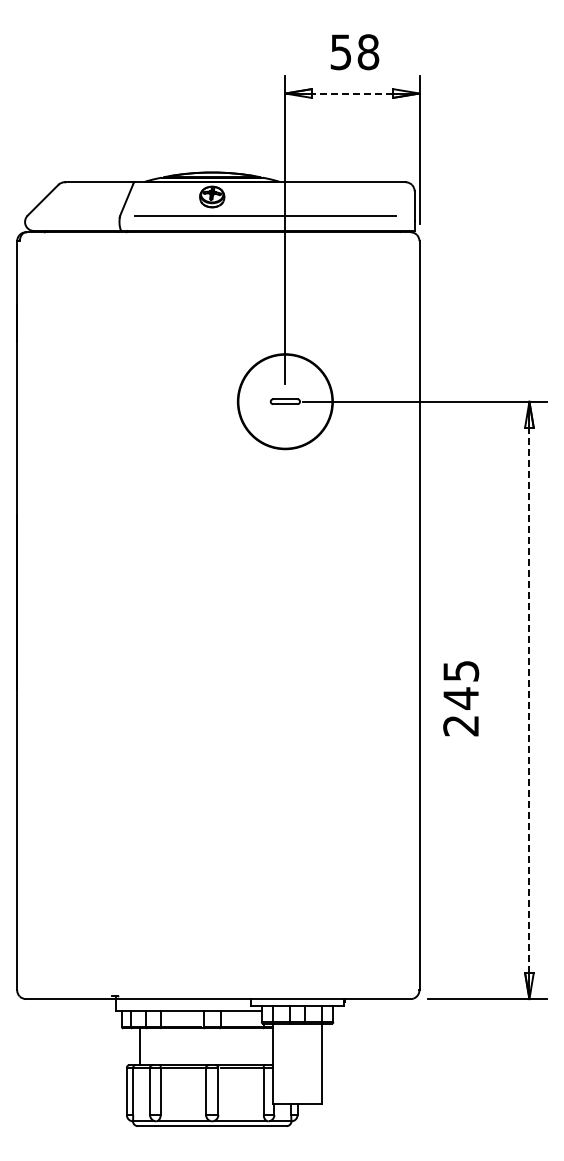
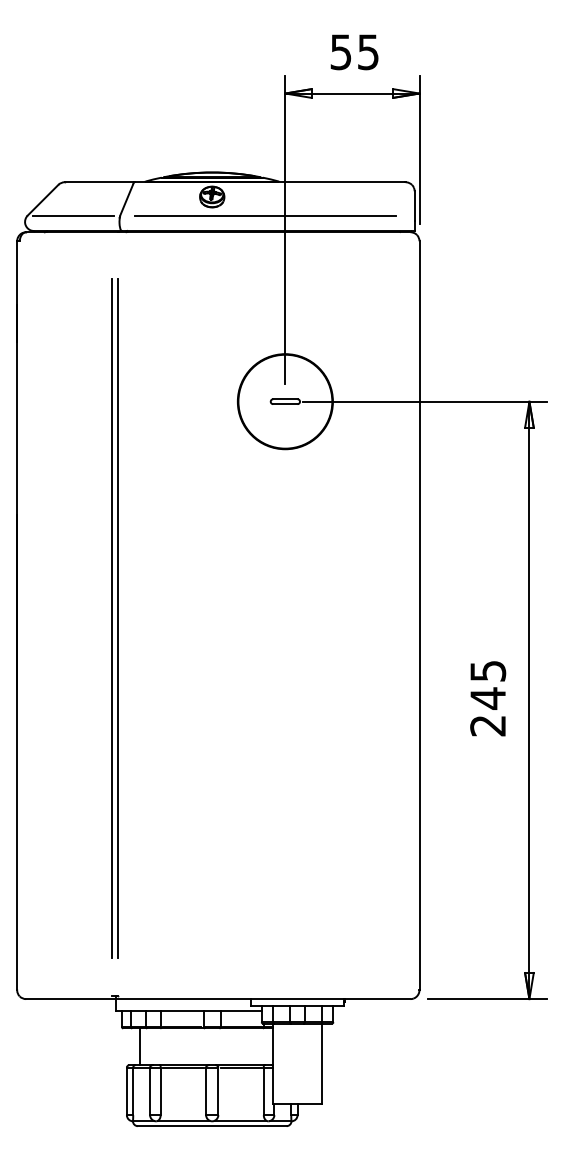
text at (368, 52): 58 -> 55
line at (352, 93): dashed -> solid
line at (73, 215): none -> present
line at (112, 617): none -> present
line at (118, 617): none -> present
text at (461, 698) position: (461, 698) -> (488, 698)
line at (529, 700): dashed -> solid
